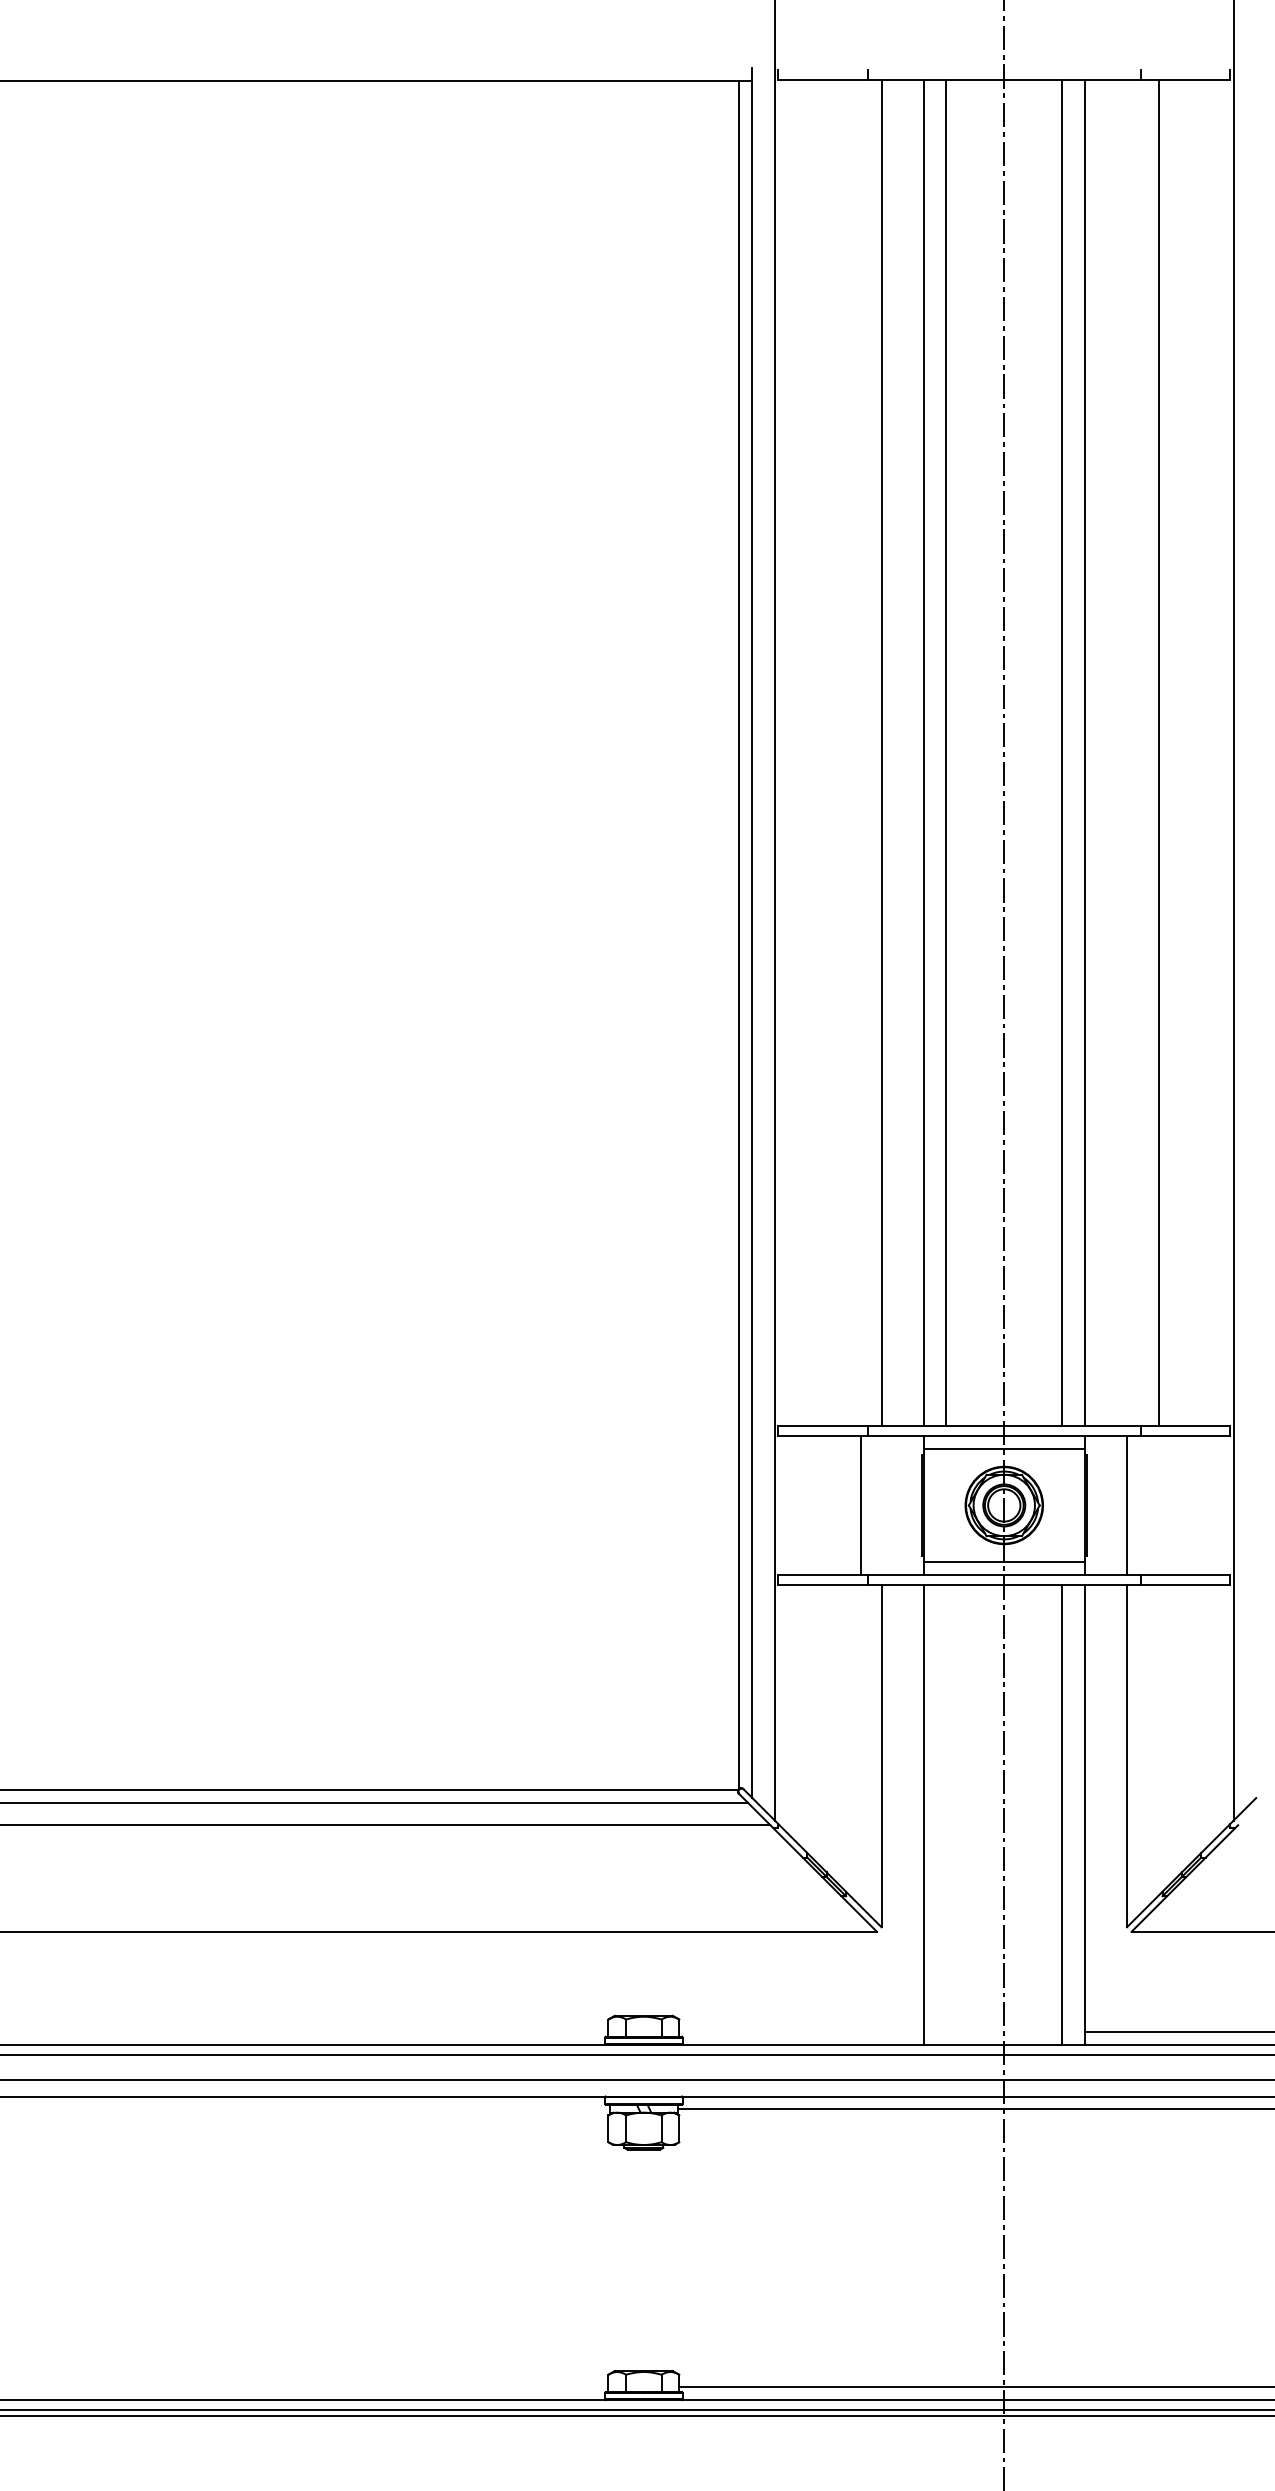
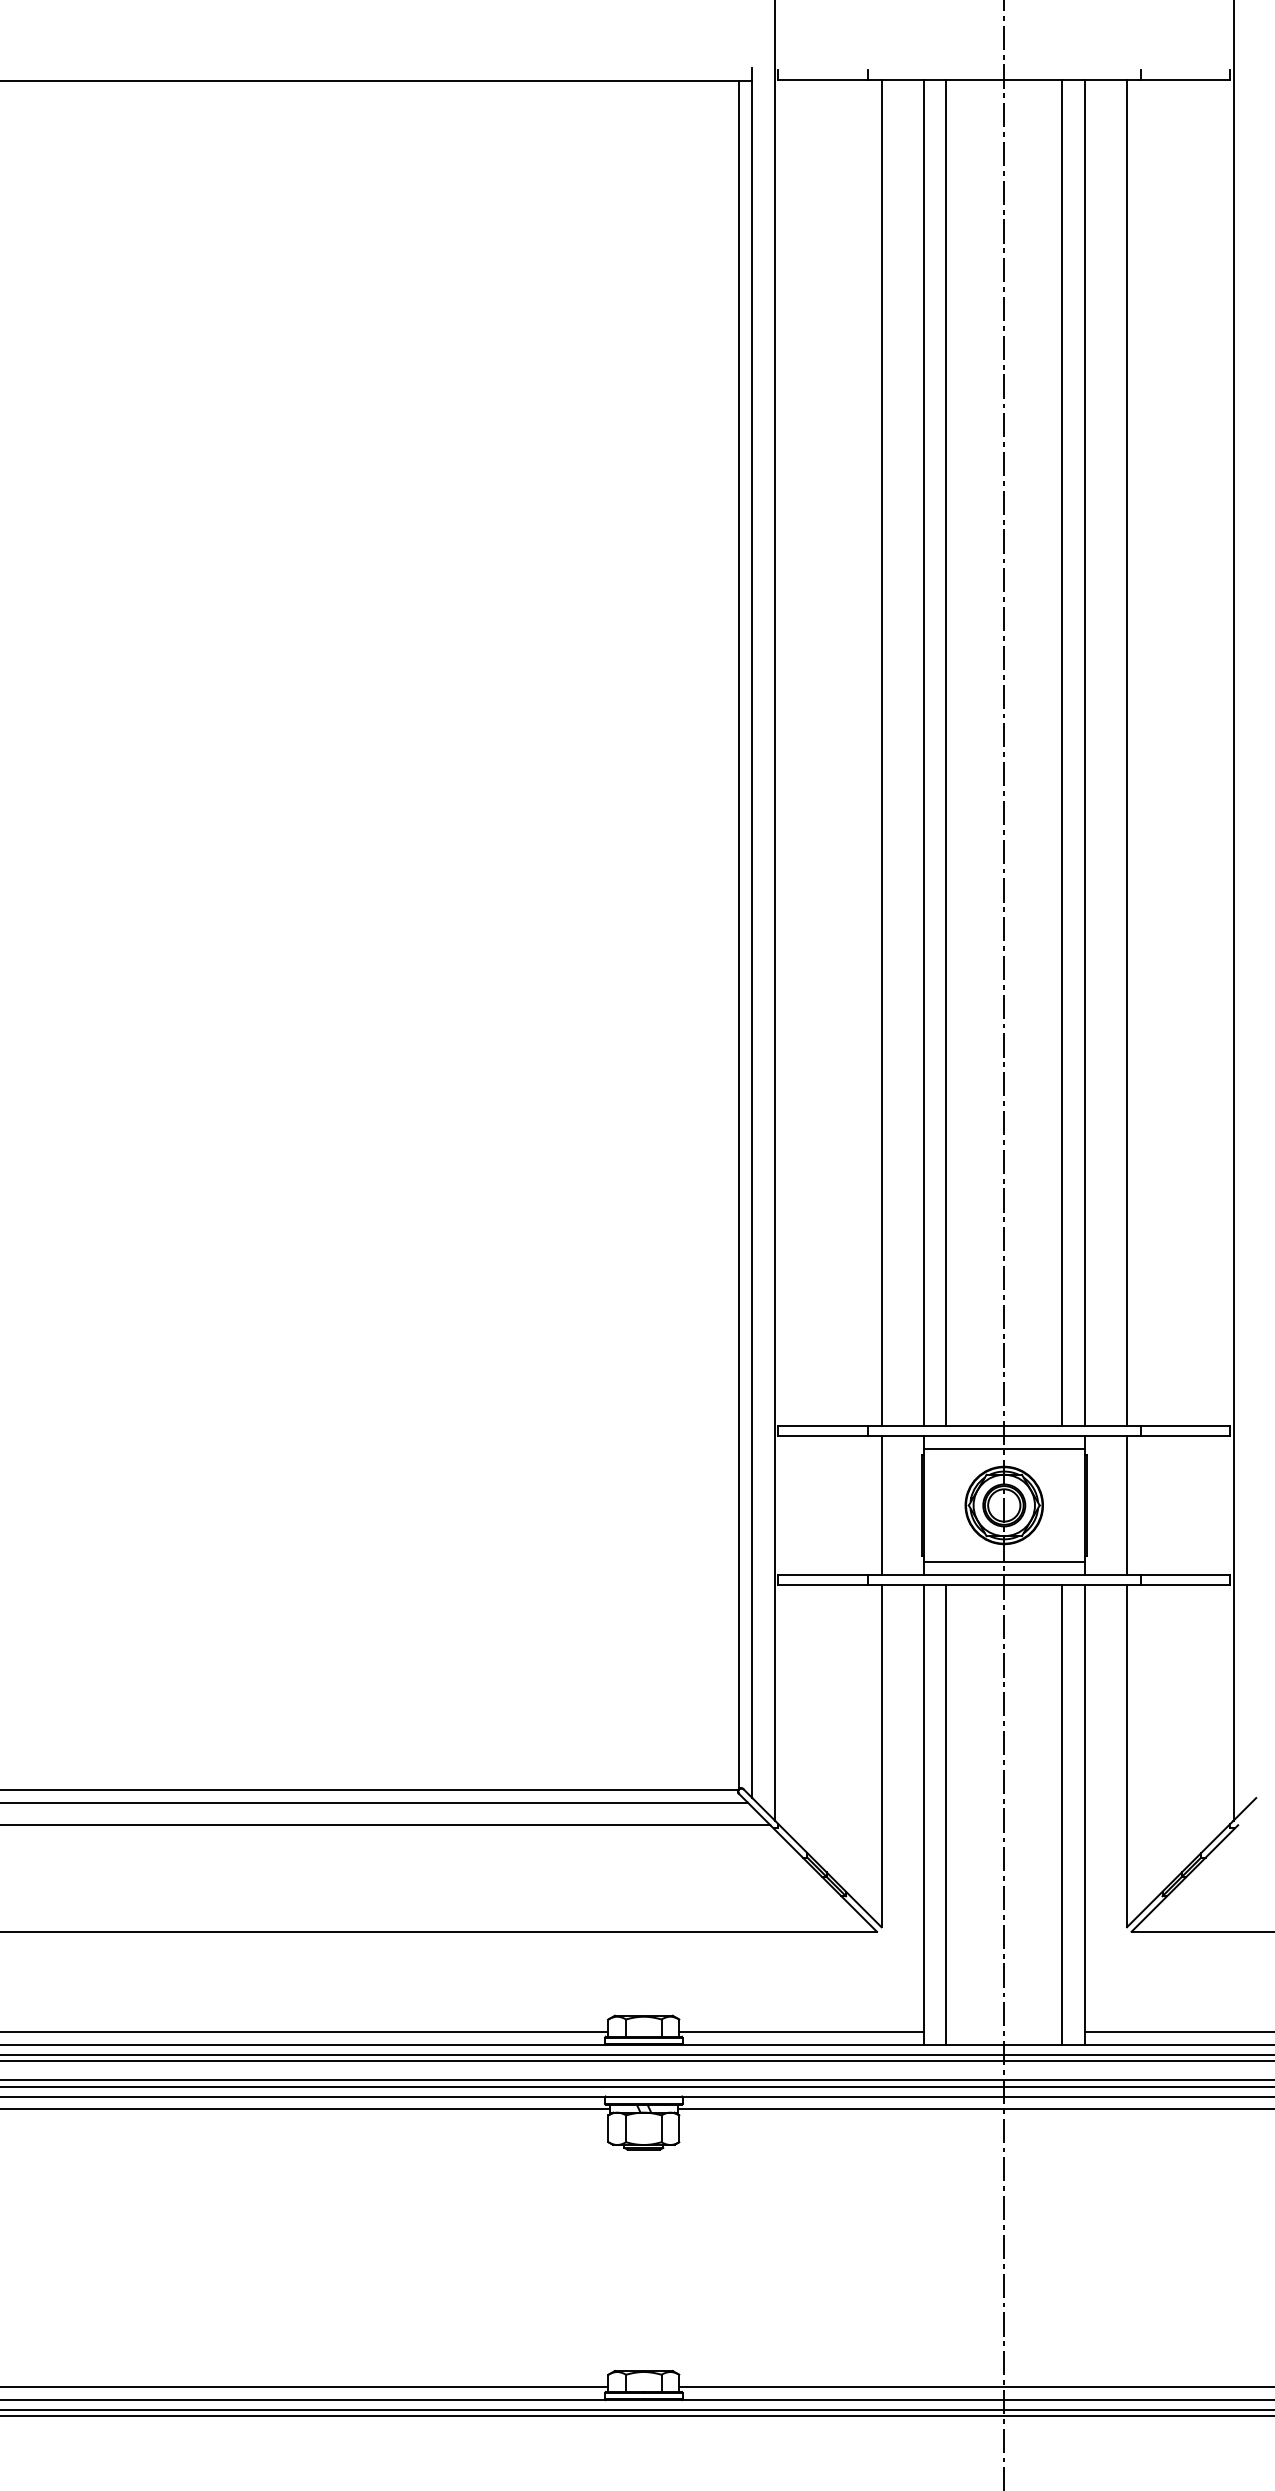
line at (1159, 752) position: (1159, 752) -> (1127, 752)
line at (860, 1505) position: (860, 1505) -> (881, 1505)
line at (946, 1814): none -> present
line at (305, 2031): none -> present
line at (801, 2031): none -> present
line at (636, 2060): none -> present
line at (636, 2086): none -> present
line at (305, 2109): none -> present
line at (305, 2387): none -> present
